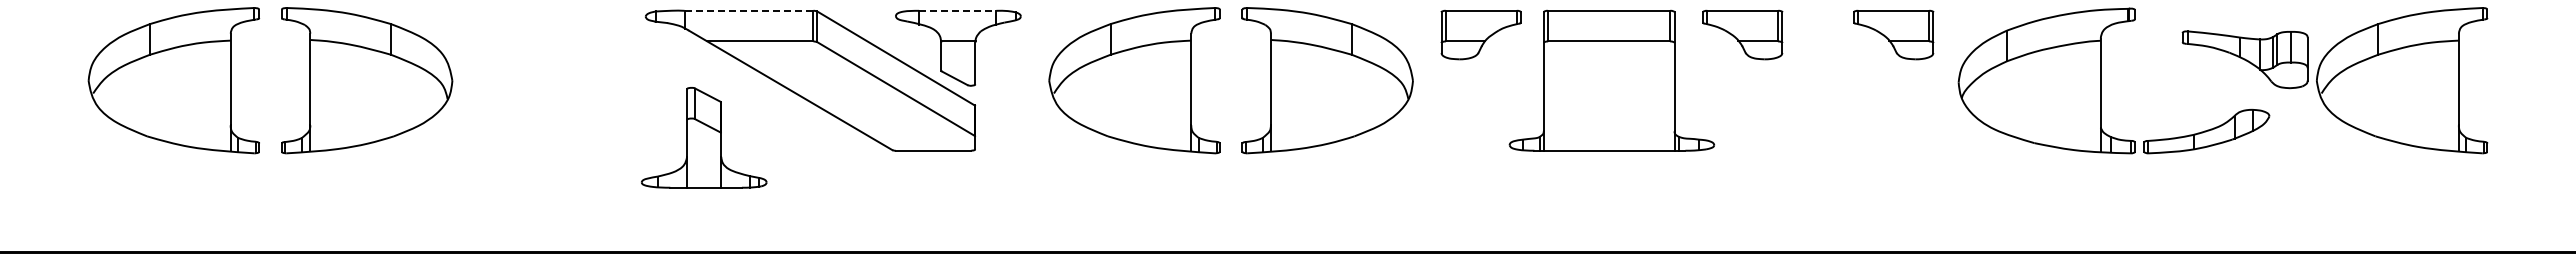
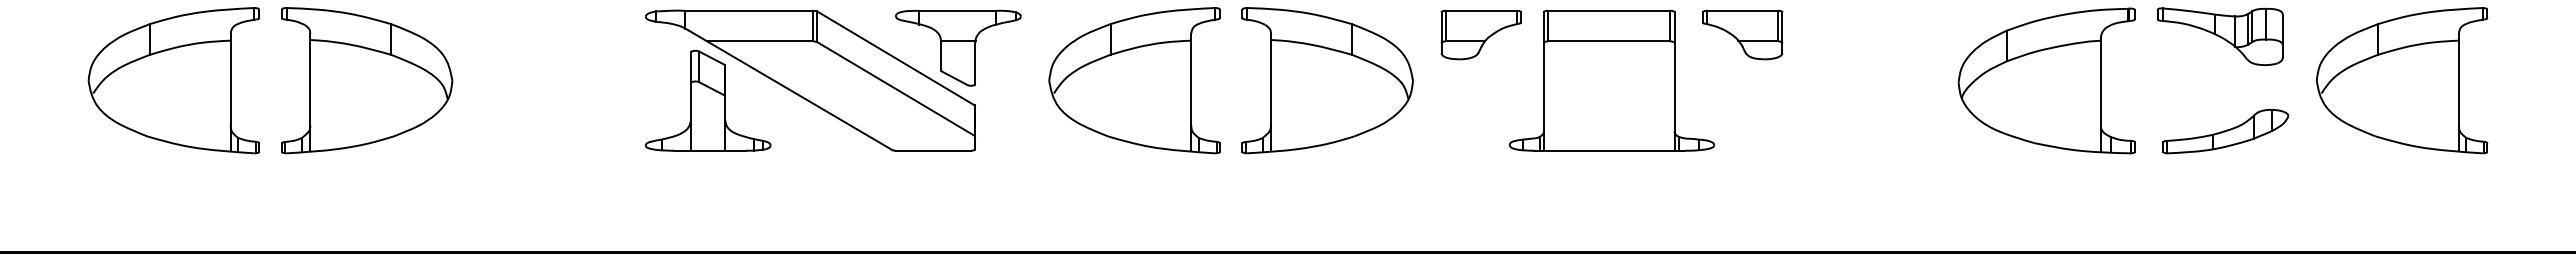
line at (749, 10): dashed -> solid
line at (957, 10): dashed -> solid
part at (1893, 34): present -> none
part at (2244, 59) position: (2244, 59) -> (2219, 36)
part at (2206, 131) position: (2206, 131) -> (2225, 131)
part at (704, 137) position: (704, 137) -> (708, 100)
